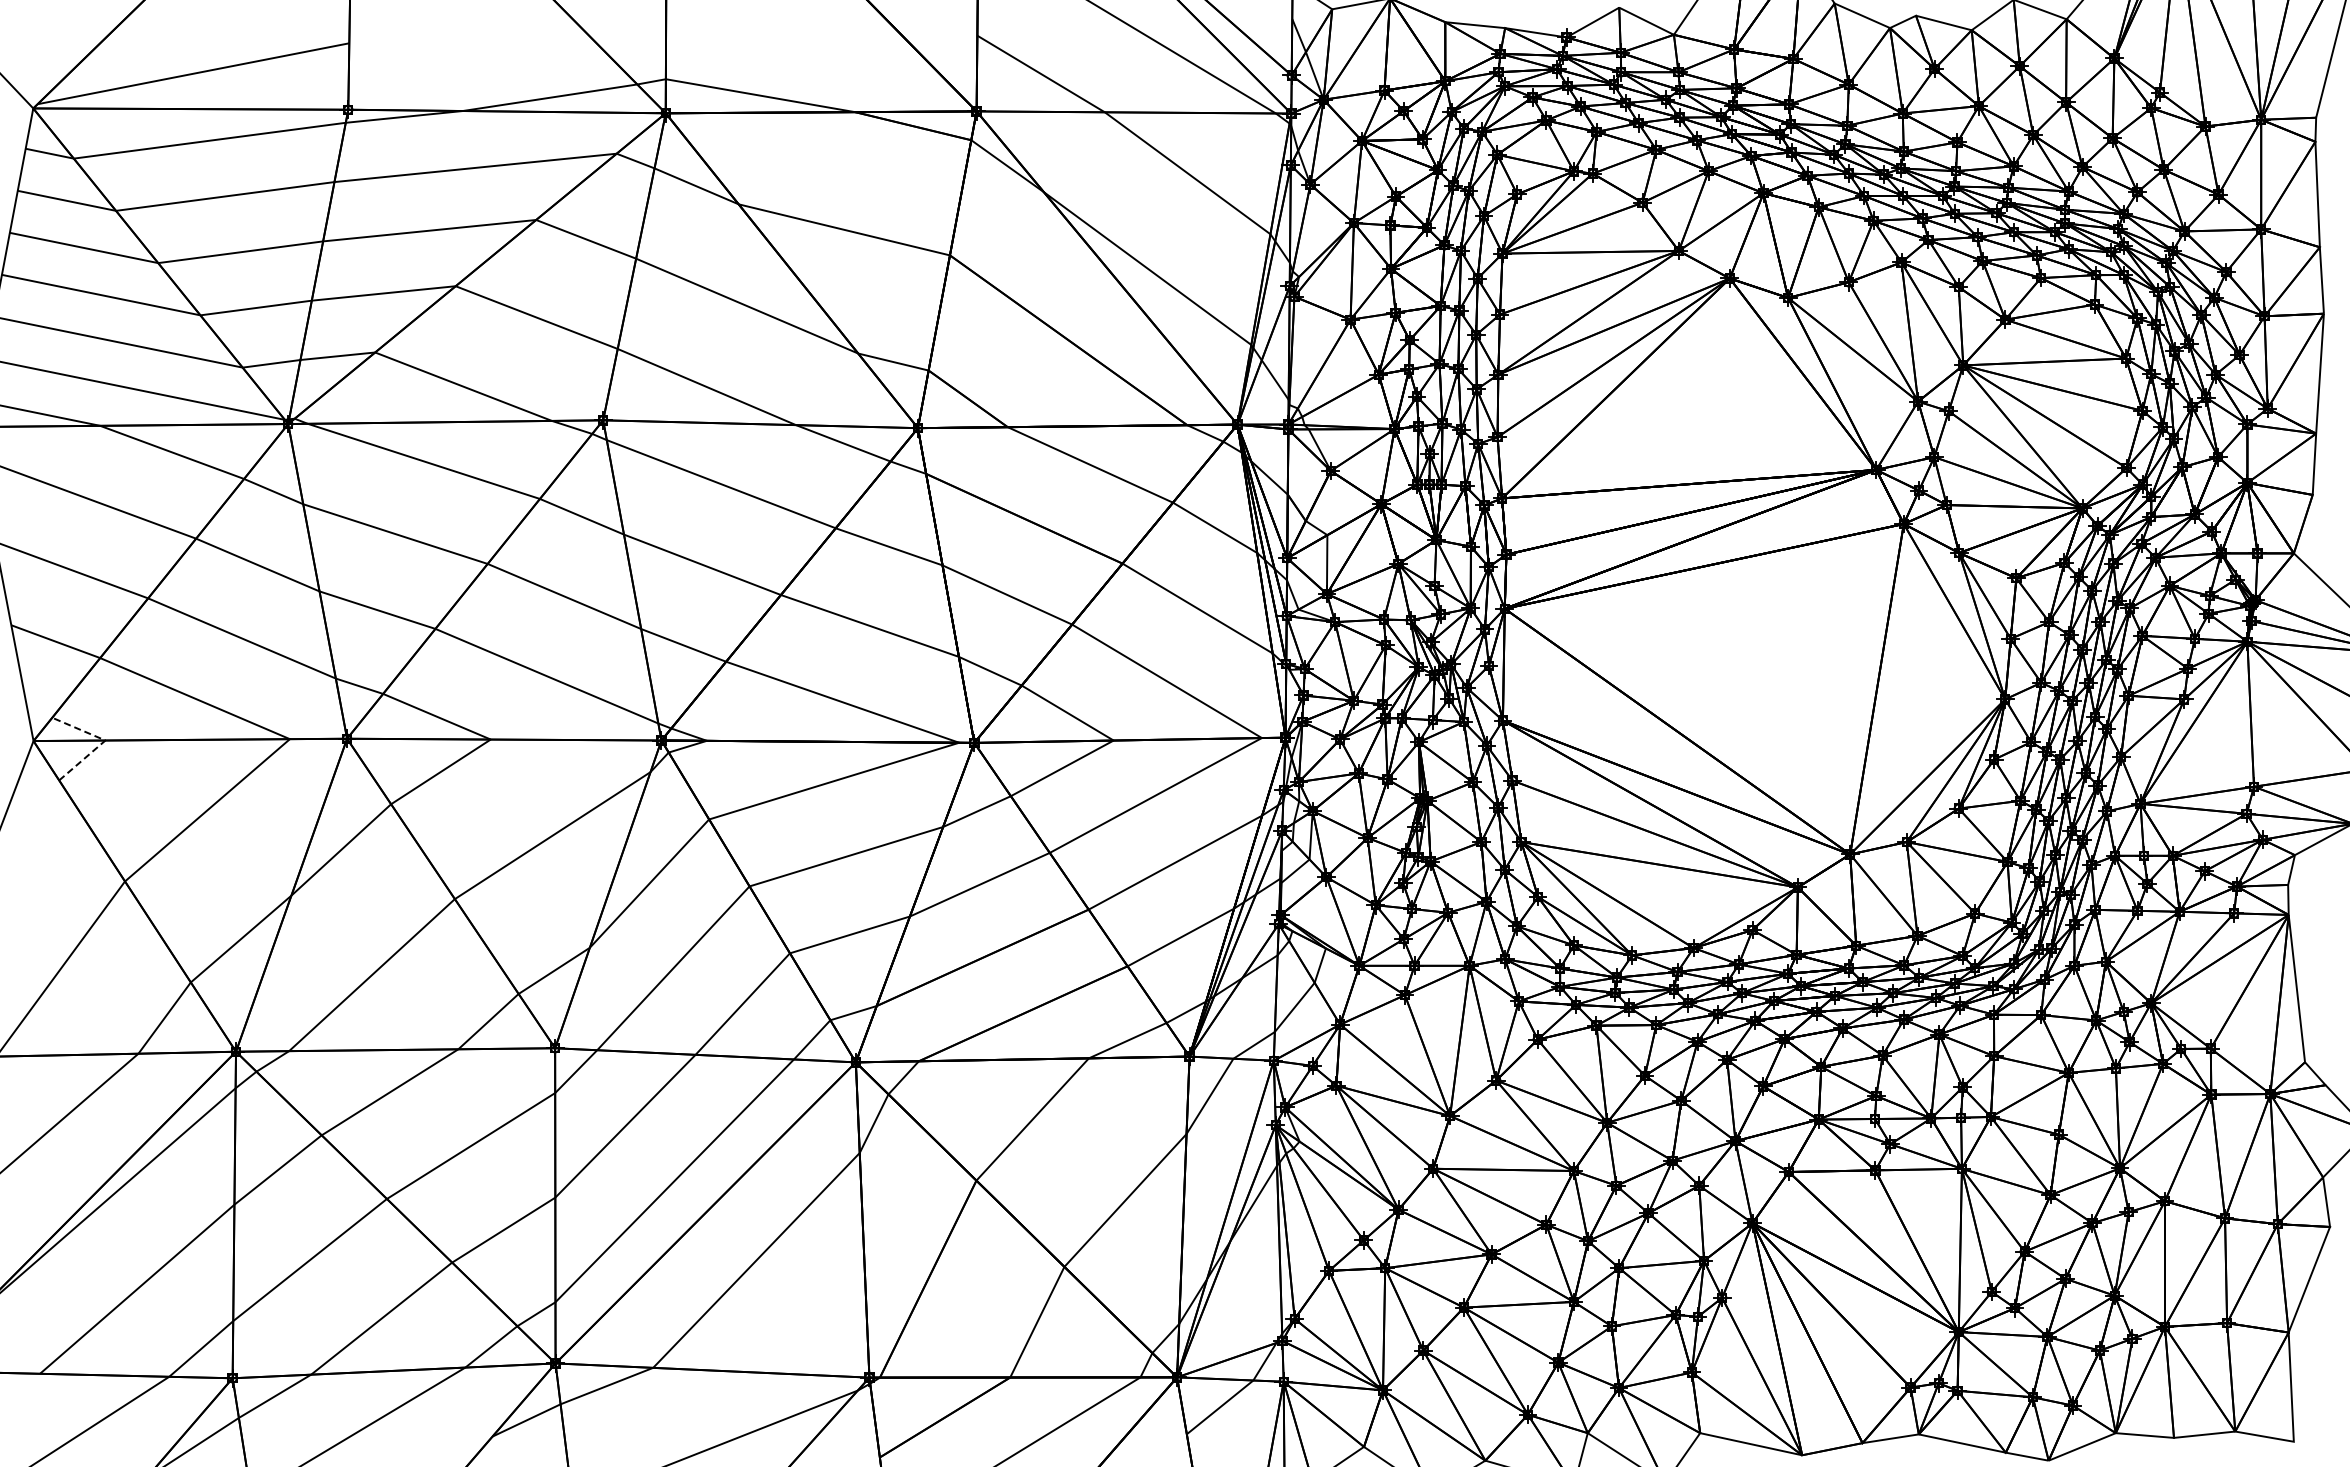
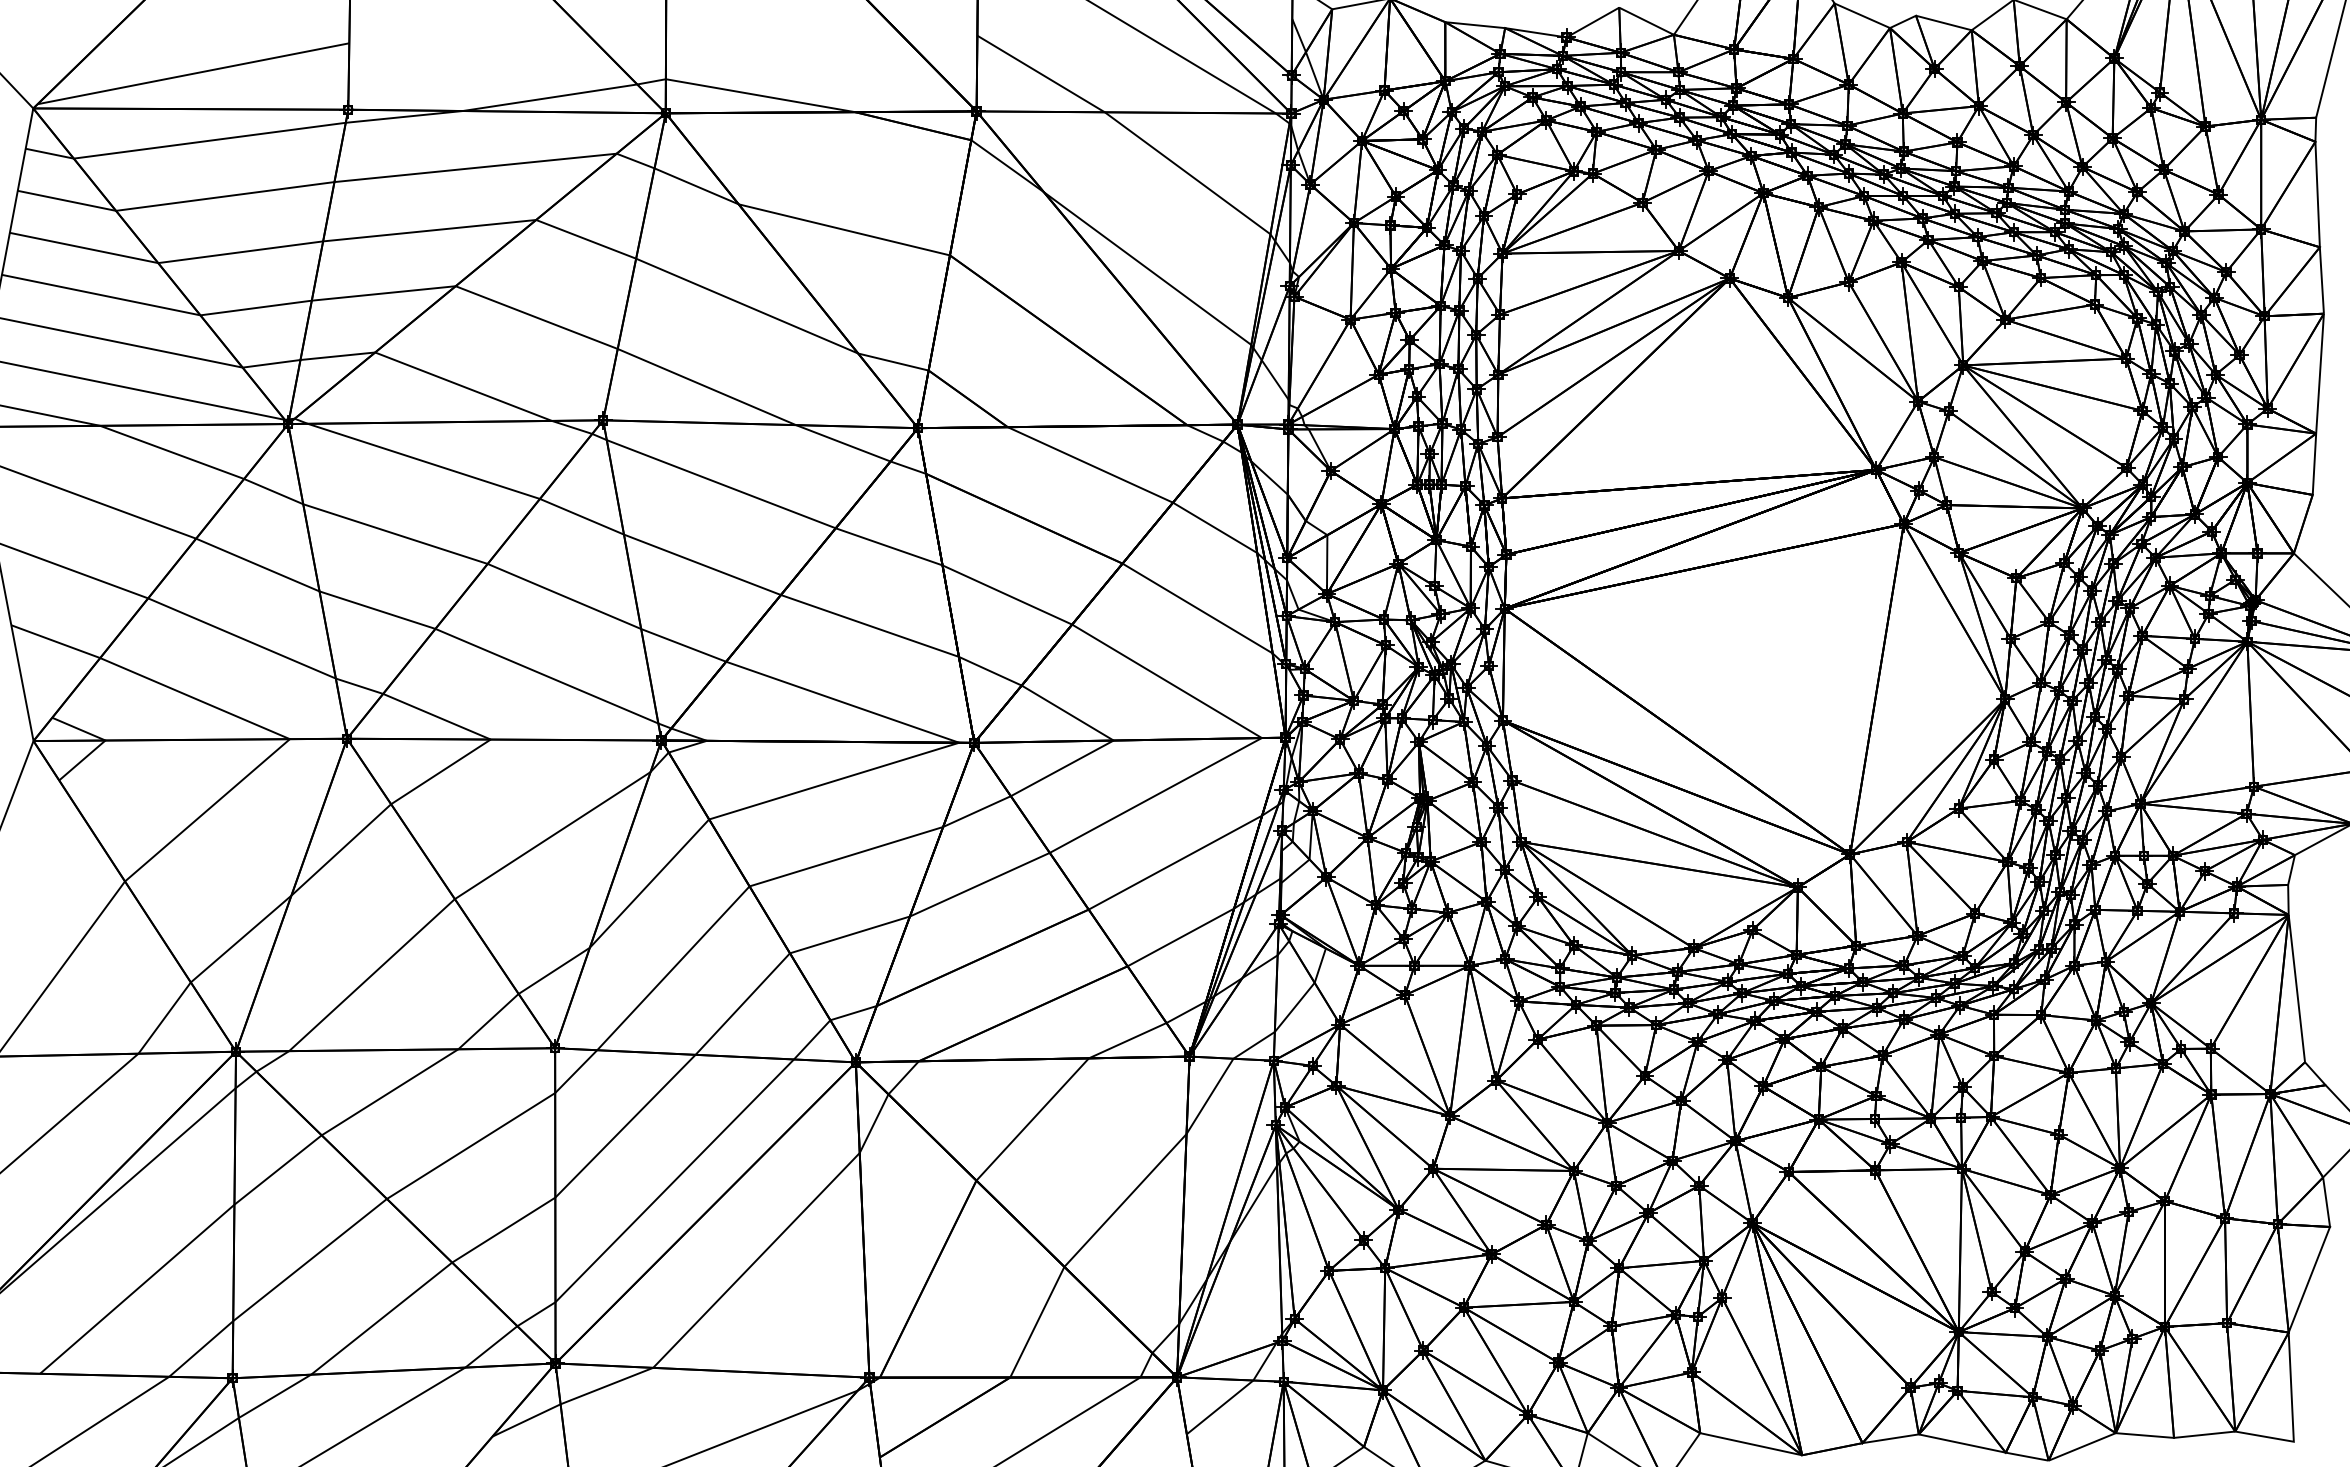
line at (104, 741): dashed -> solid
